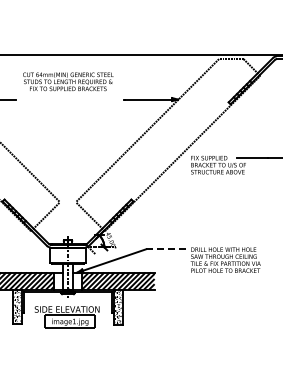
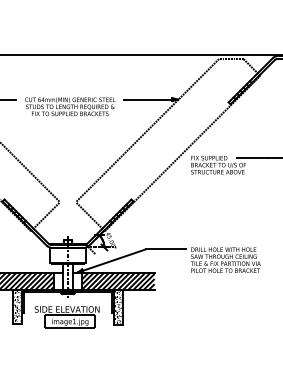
text at (68, 81) position: (68, 81) -> (70, 106)
line at (166, 249): dashed -> solid
